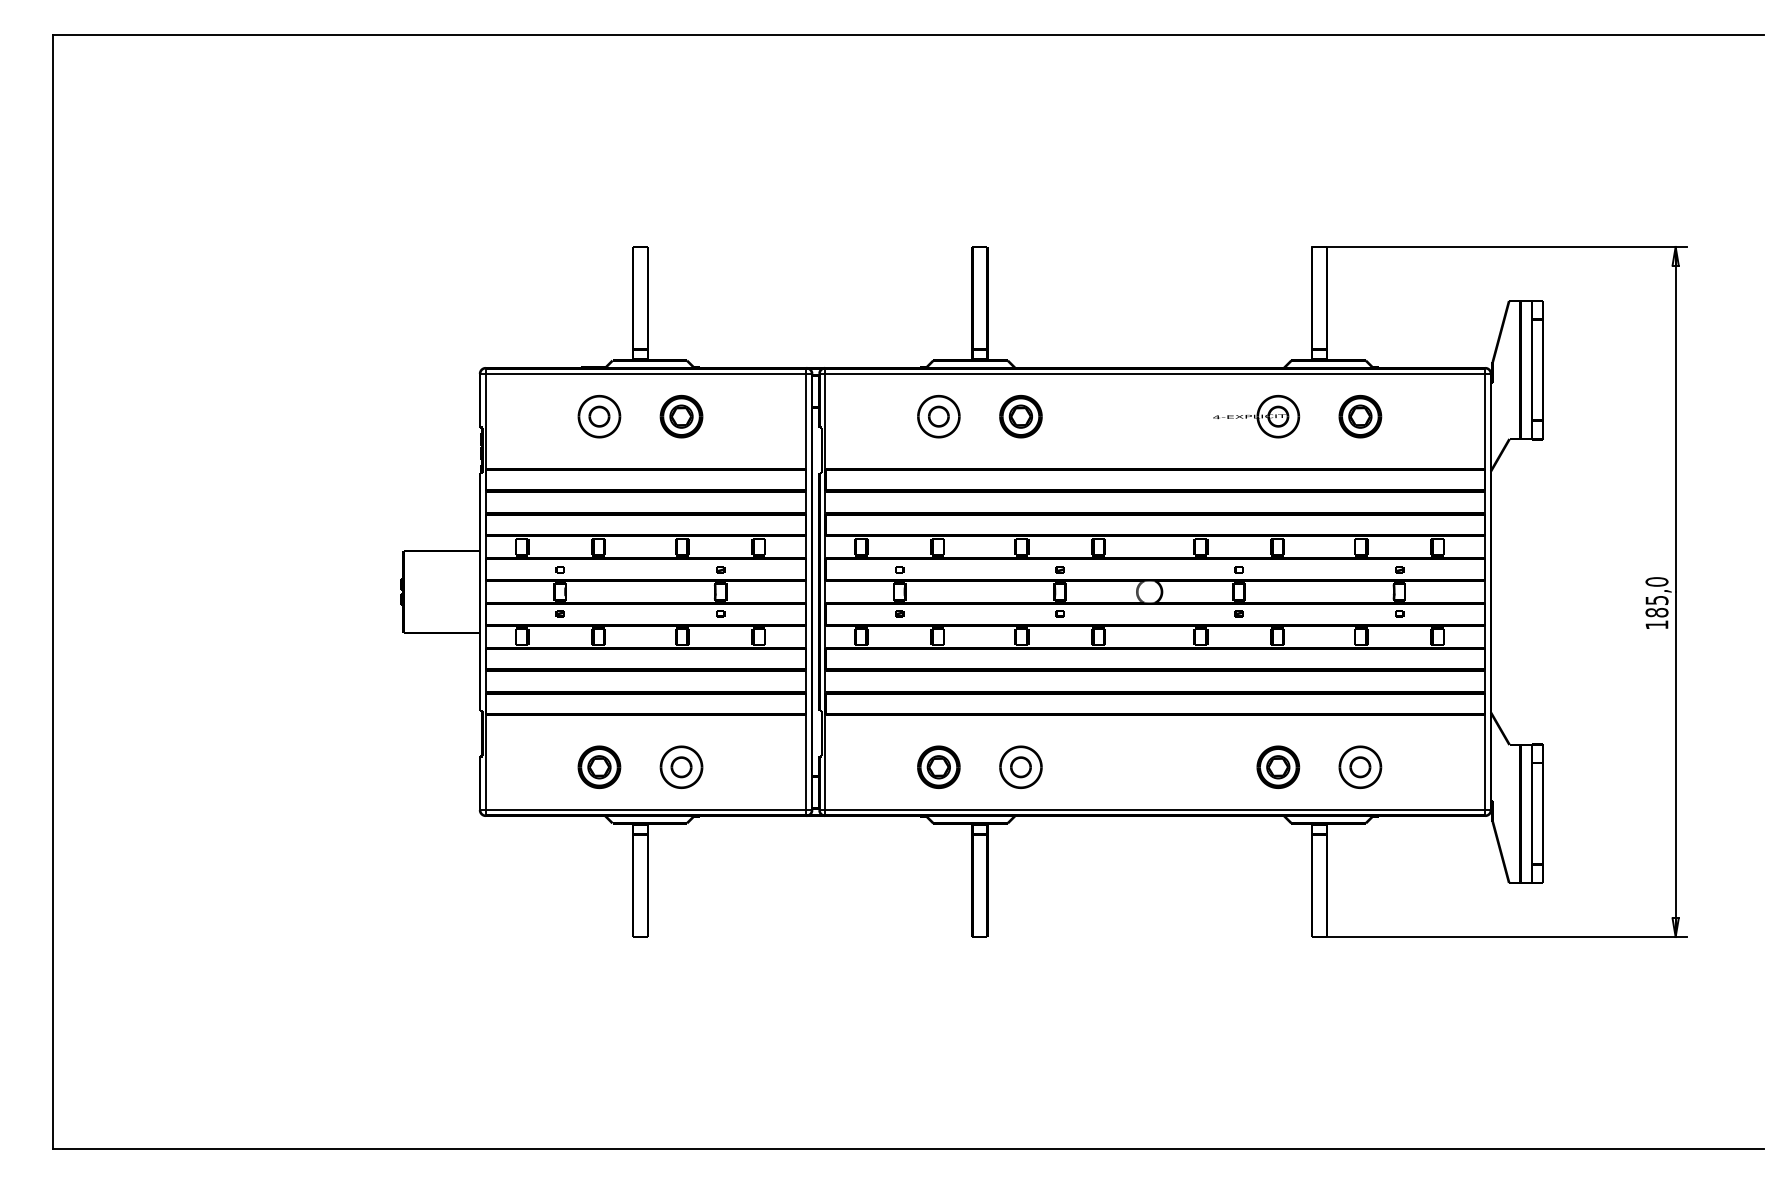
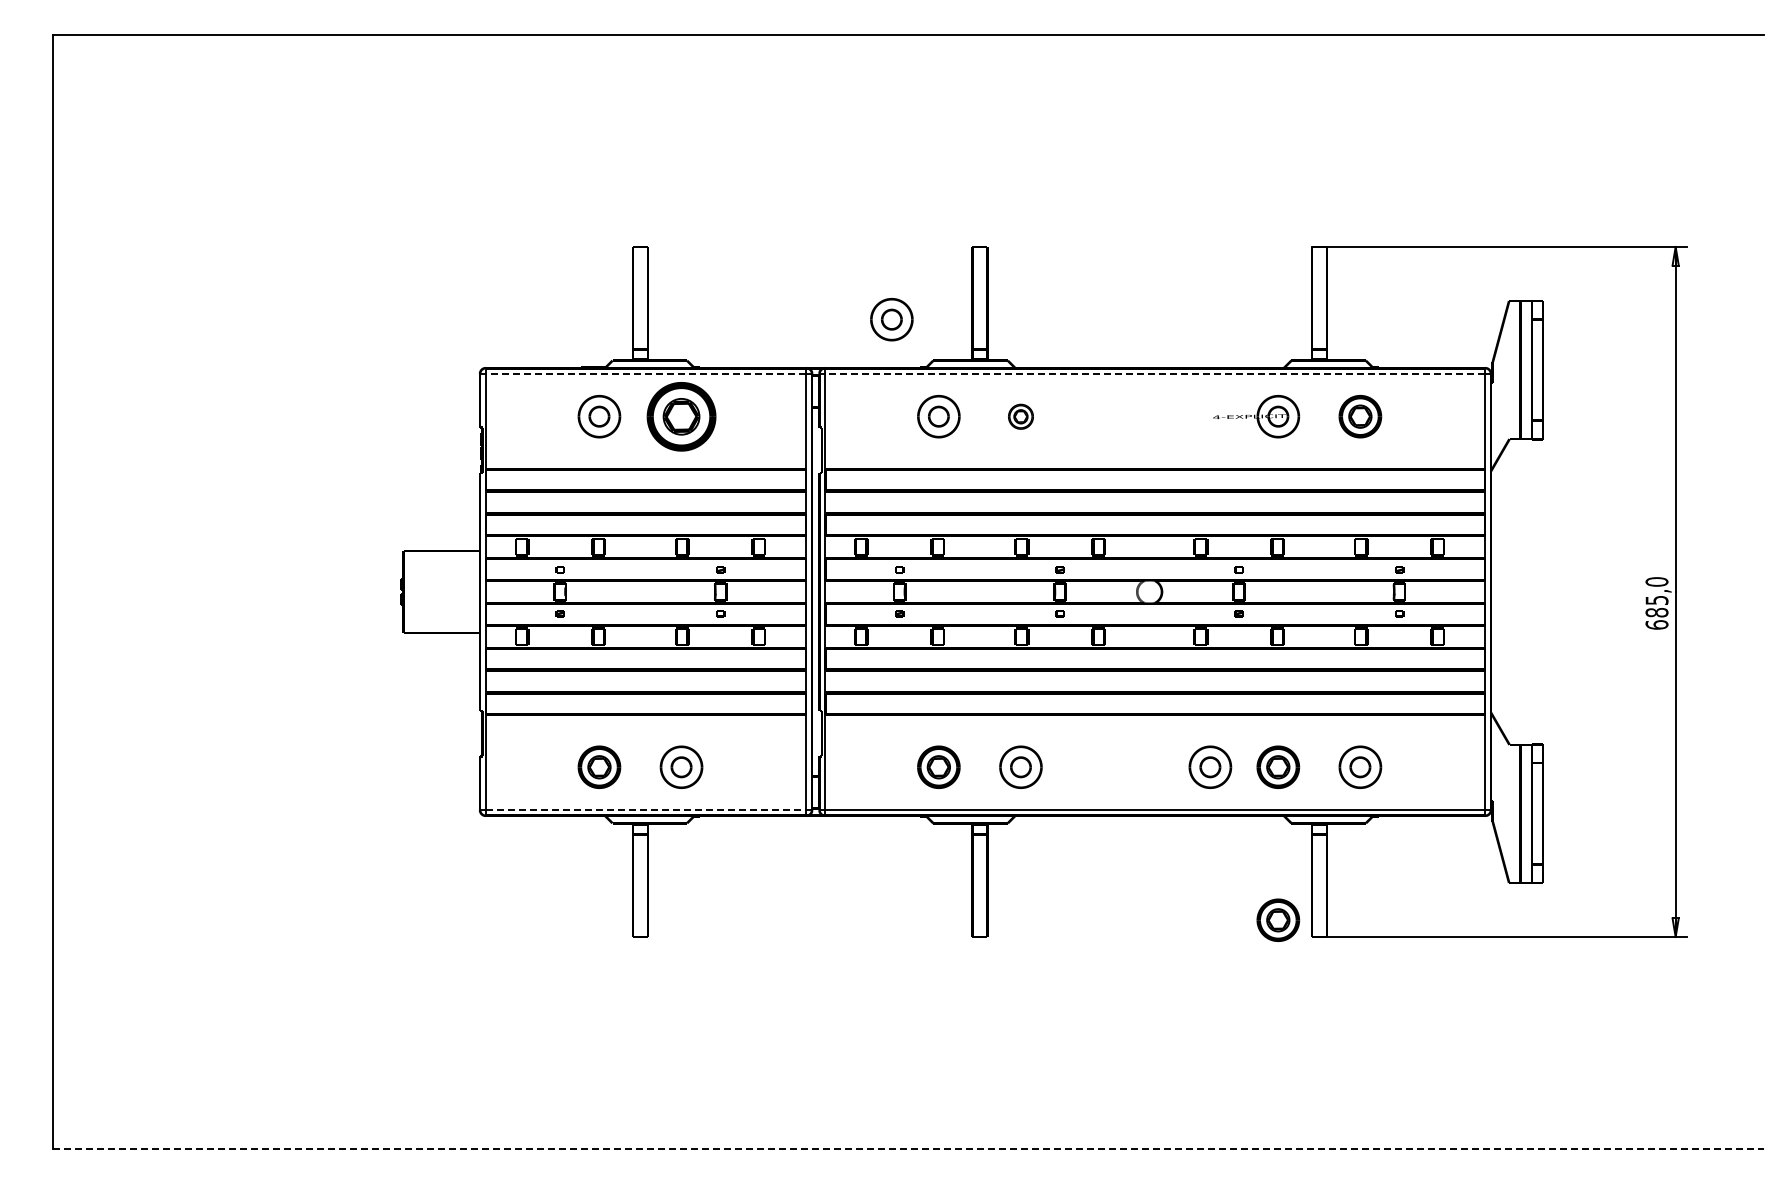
part at (891, 319): none -> present
line at (645, 373): solid -> dashed
line at (1154, 373): solid -> dashed
part at (681, 416) size: 45x45 px -> 71x70 px
part at (1020, 416) size: 44x44 px -> 26x27 px
text at (1656, 624): 185,0 -> 685,0
part at (1210, 766): none -> present
line at (646, 810): solid -> dashed
part at (1278, 919): none -> present
line at (908, 1148): solid -> dashed
